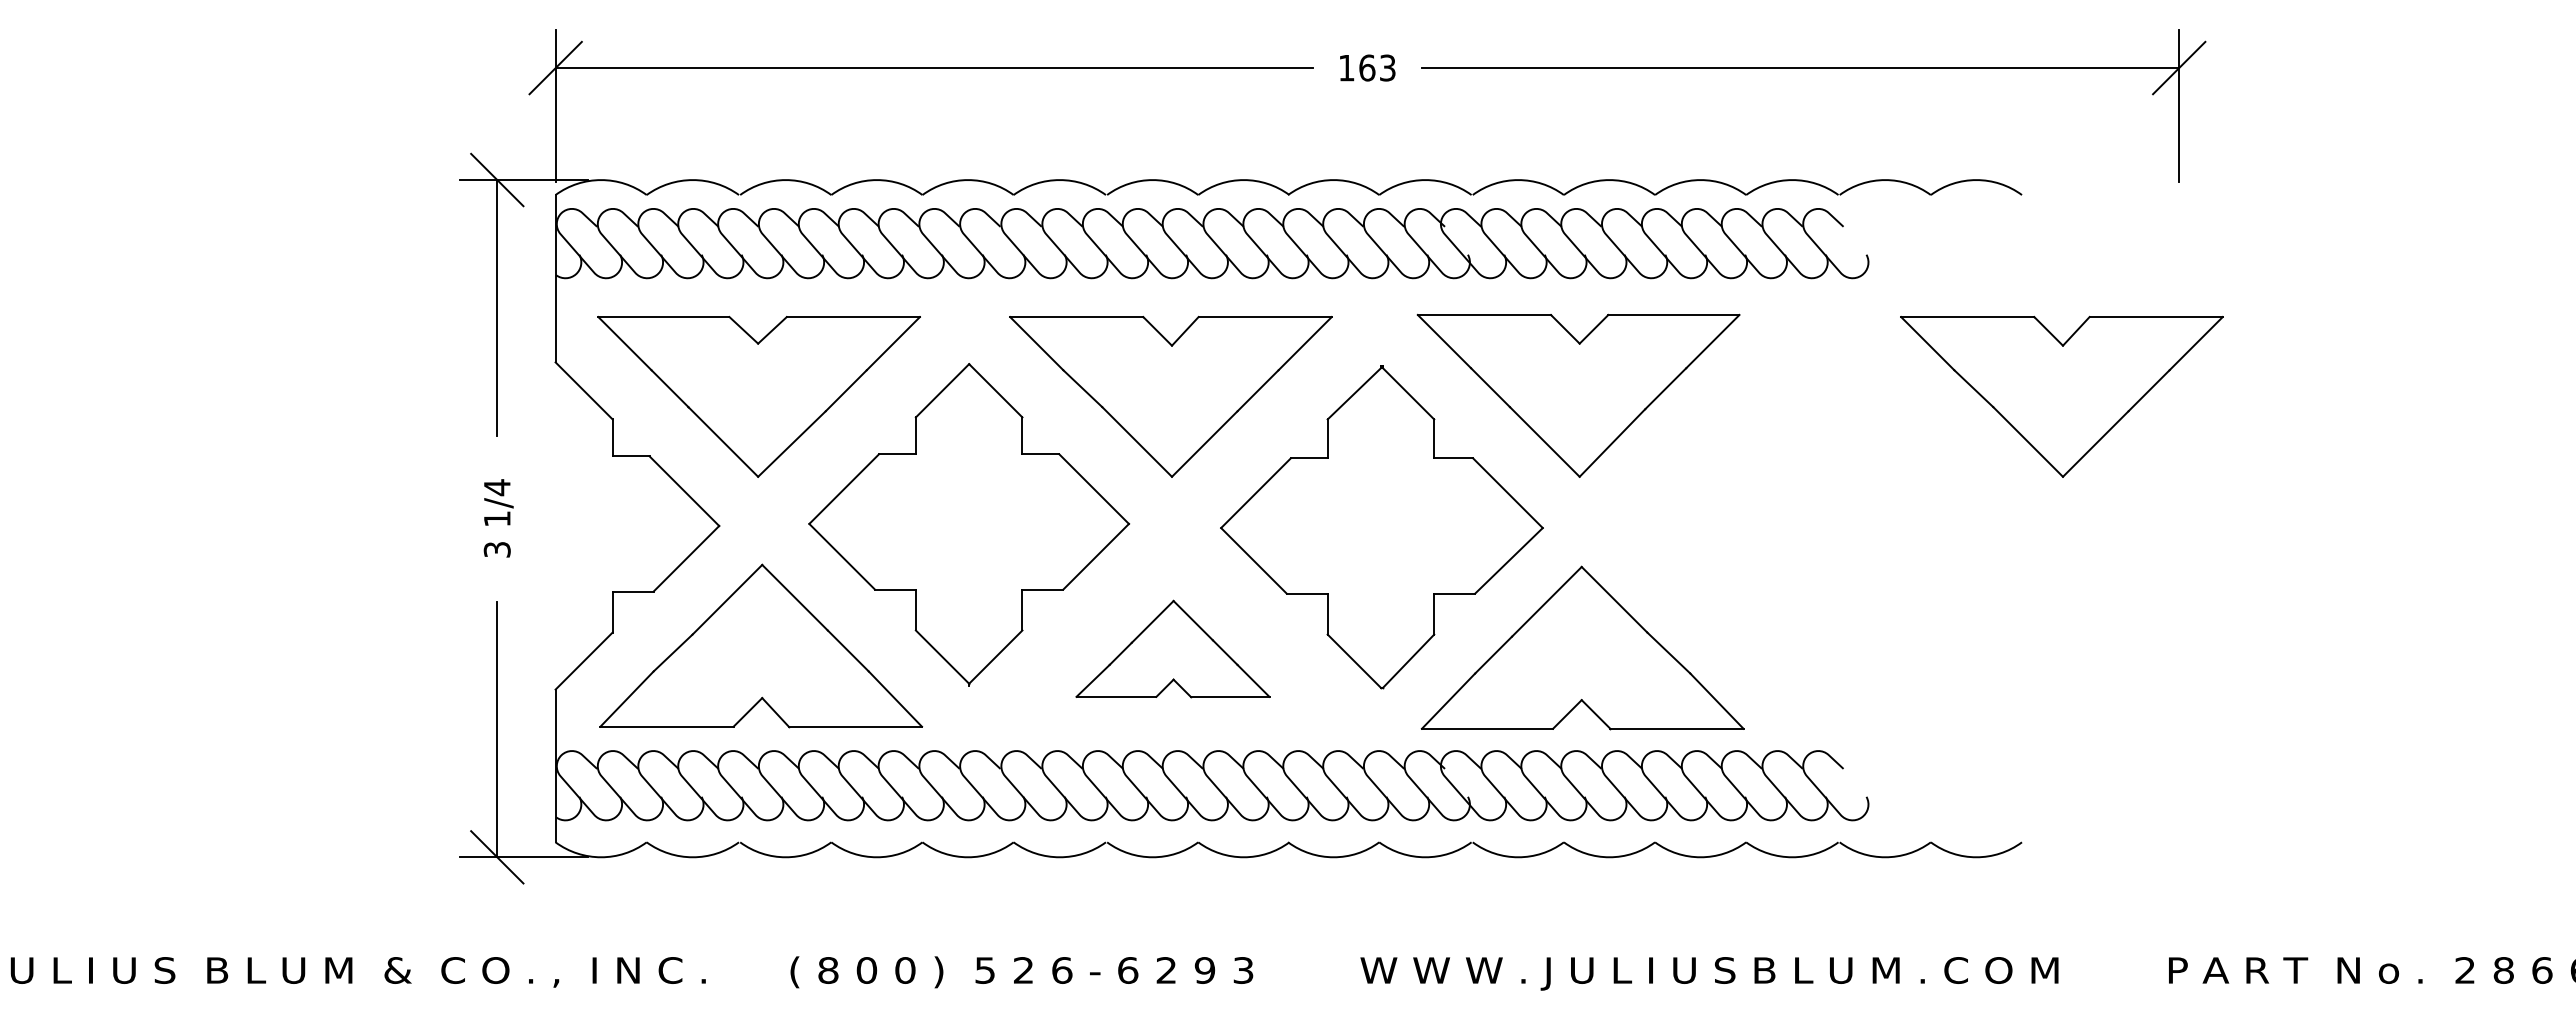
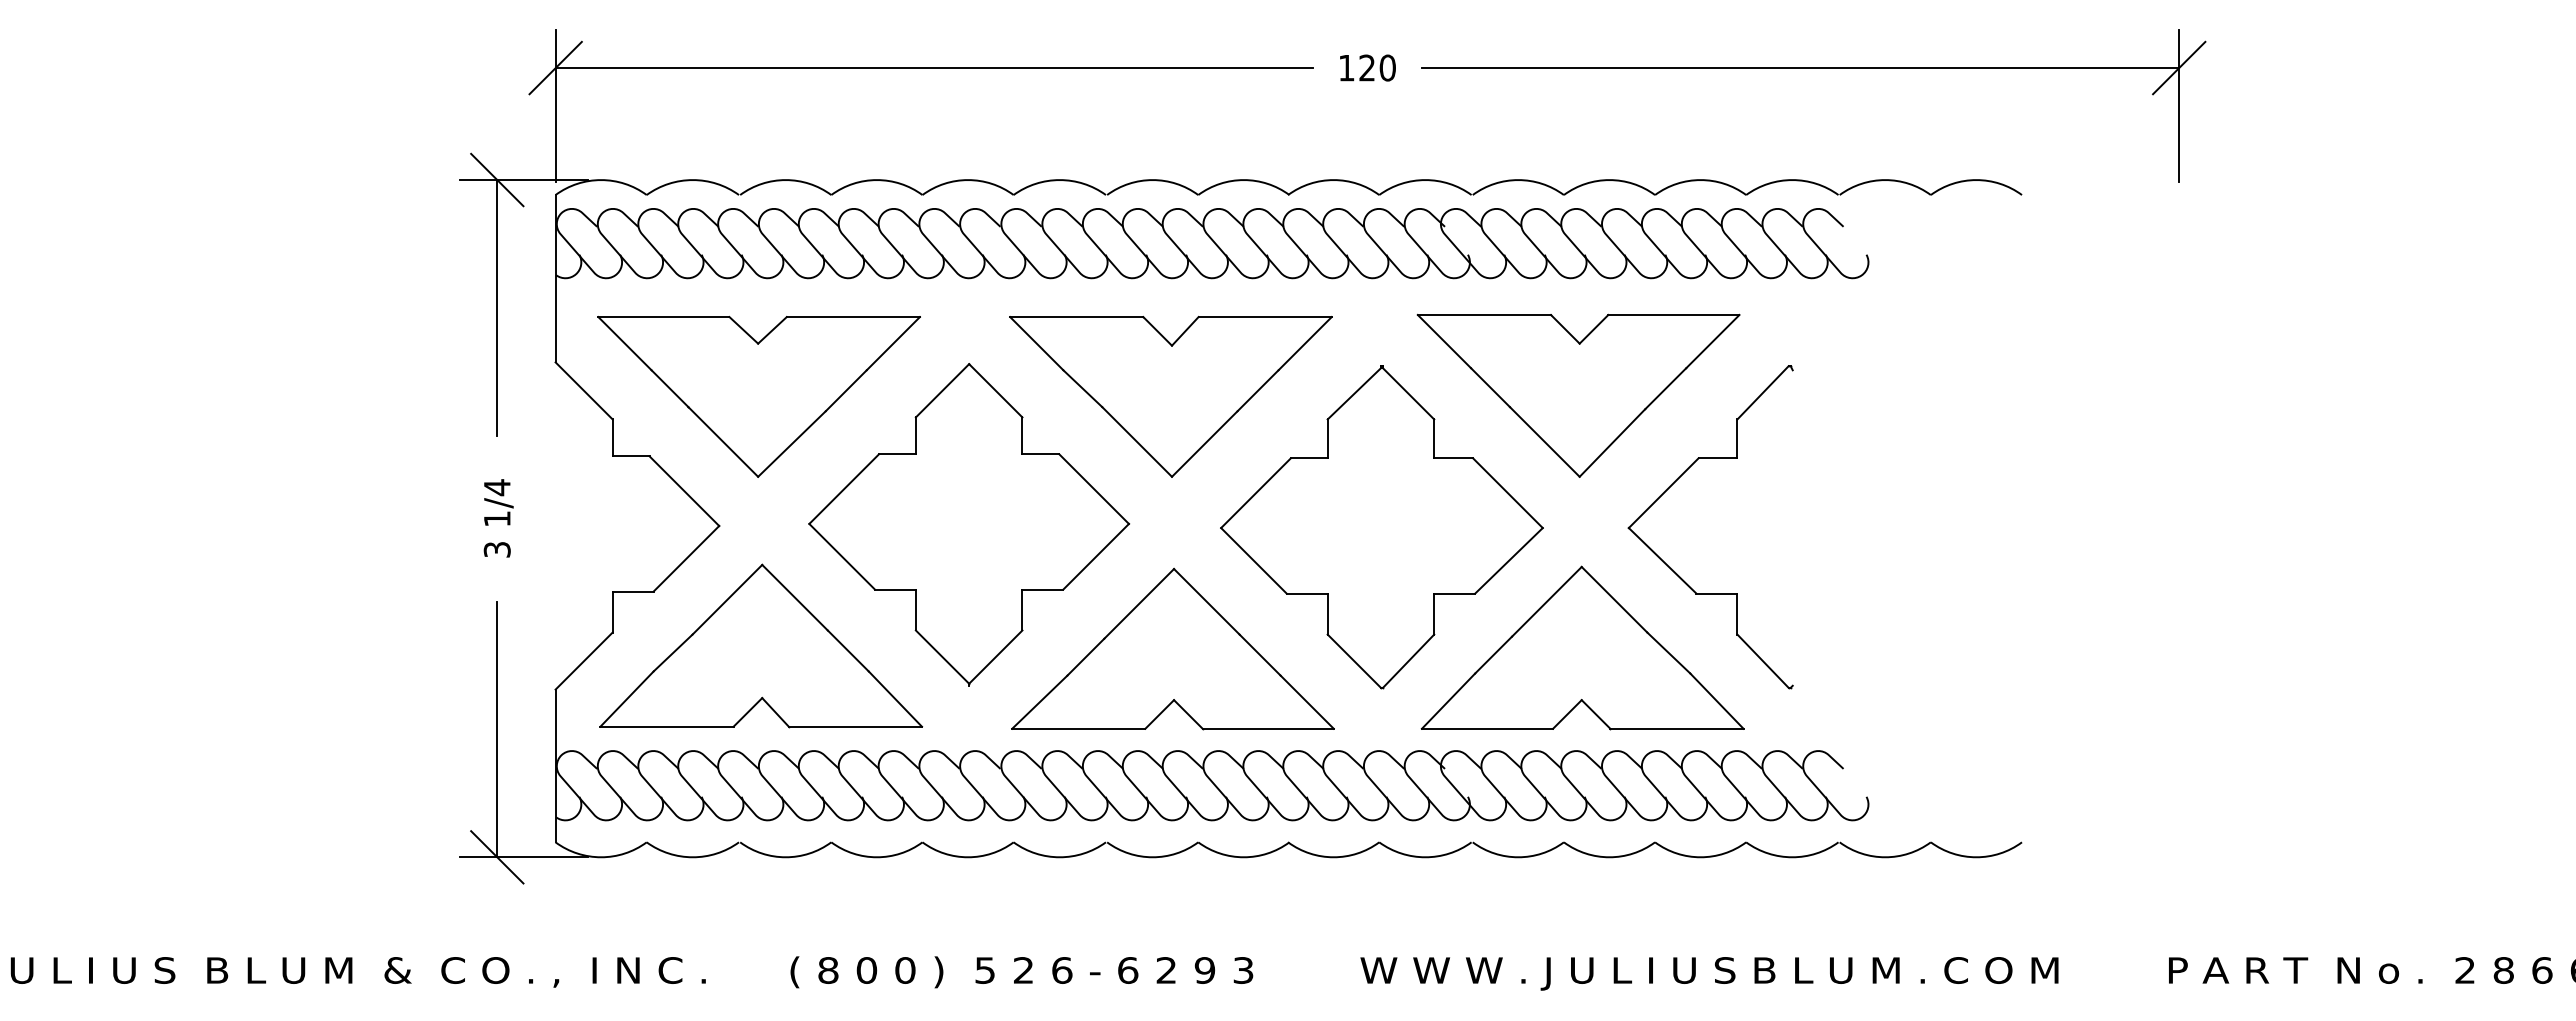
text at (1377, 67): 163 -> 120
part at (2061, 396): present -> none
part at (1673, 569): none -> present
part at (1172, 648) size: 196x100 px -> 324x164 px
